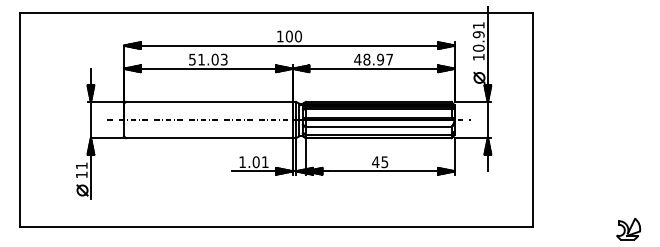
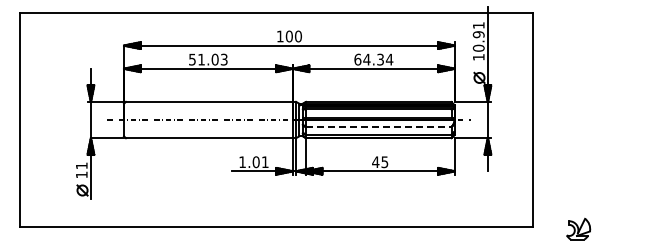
text at (373, 59): 48.97 -> 64.34
line at (378, 127): solid -> dashed
part at (628, 228) position: (628, 228) -> (578, 228)
